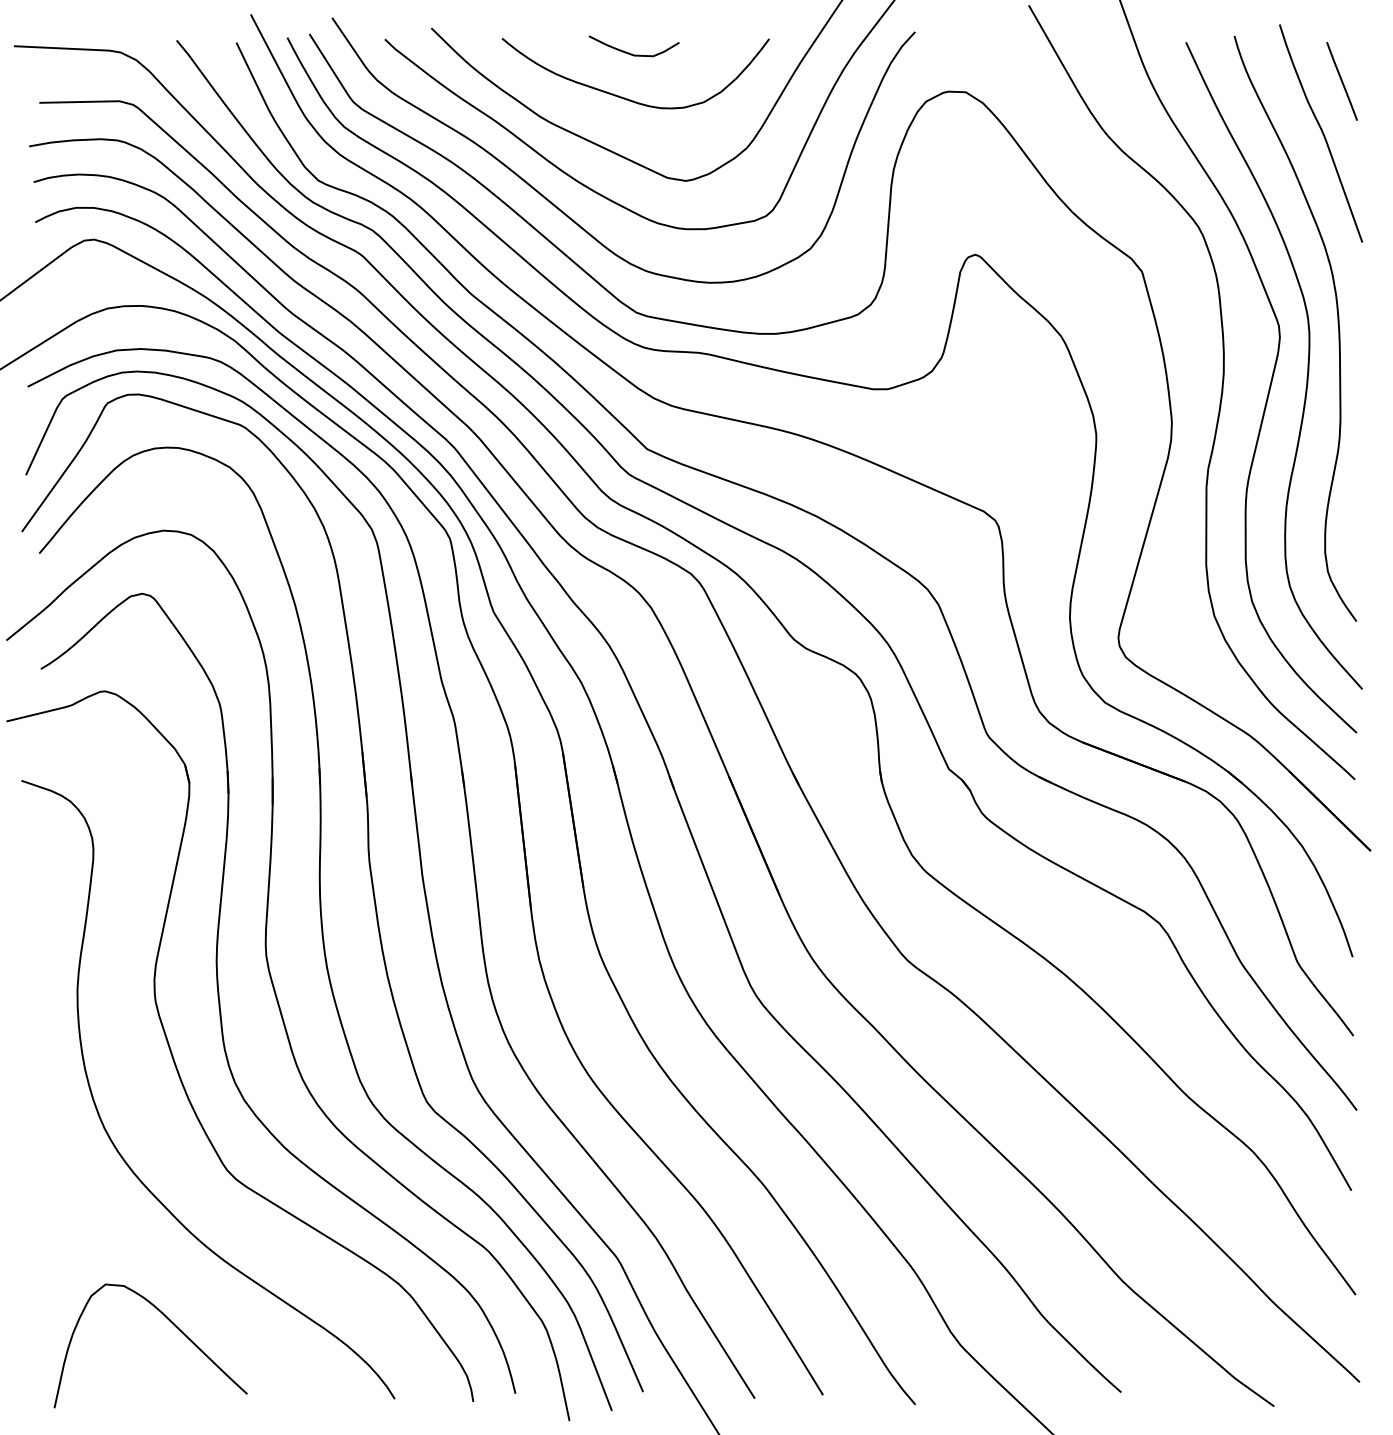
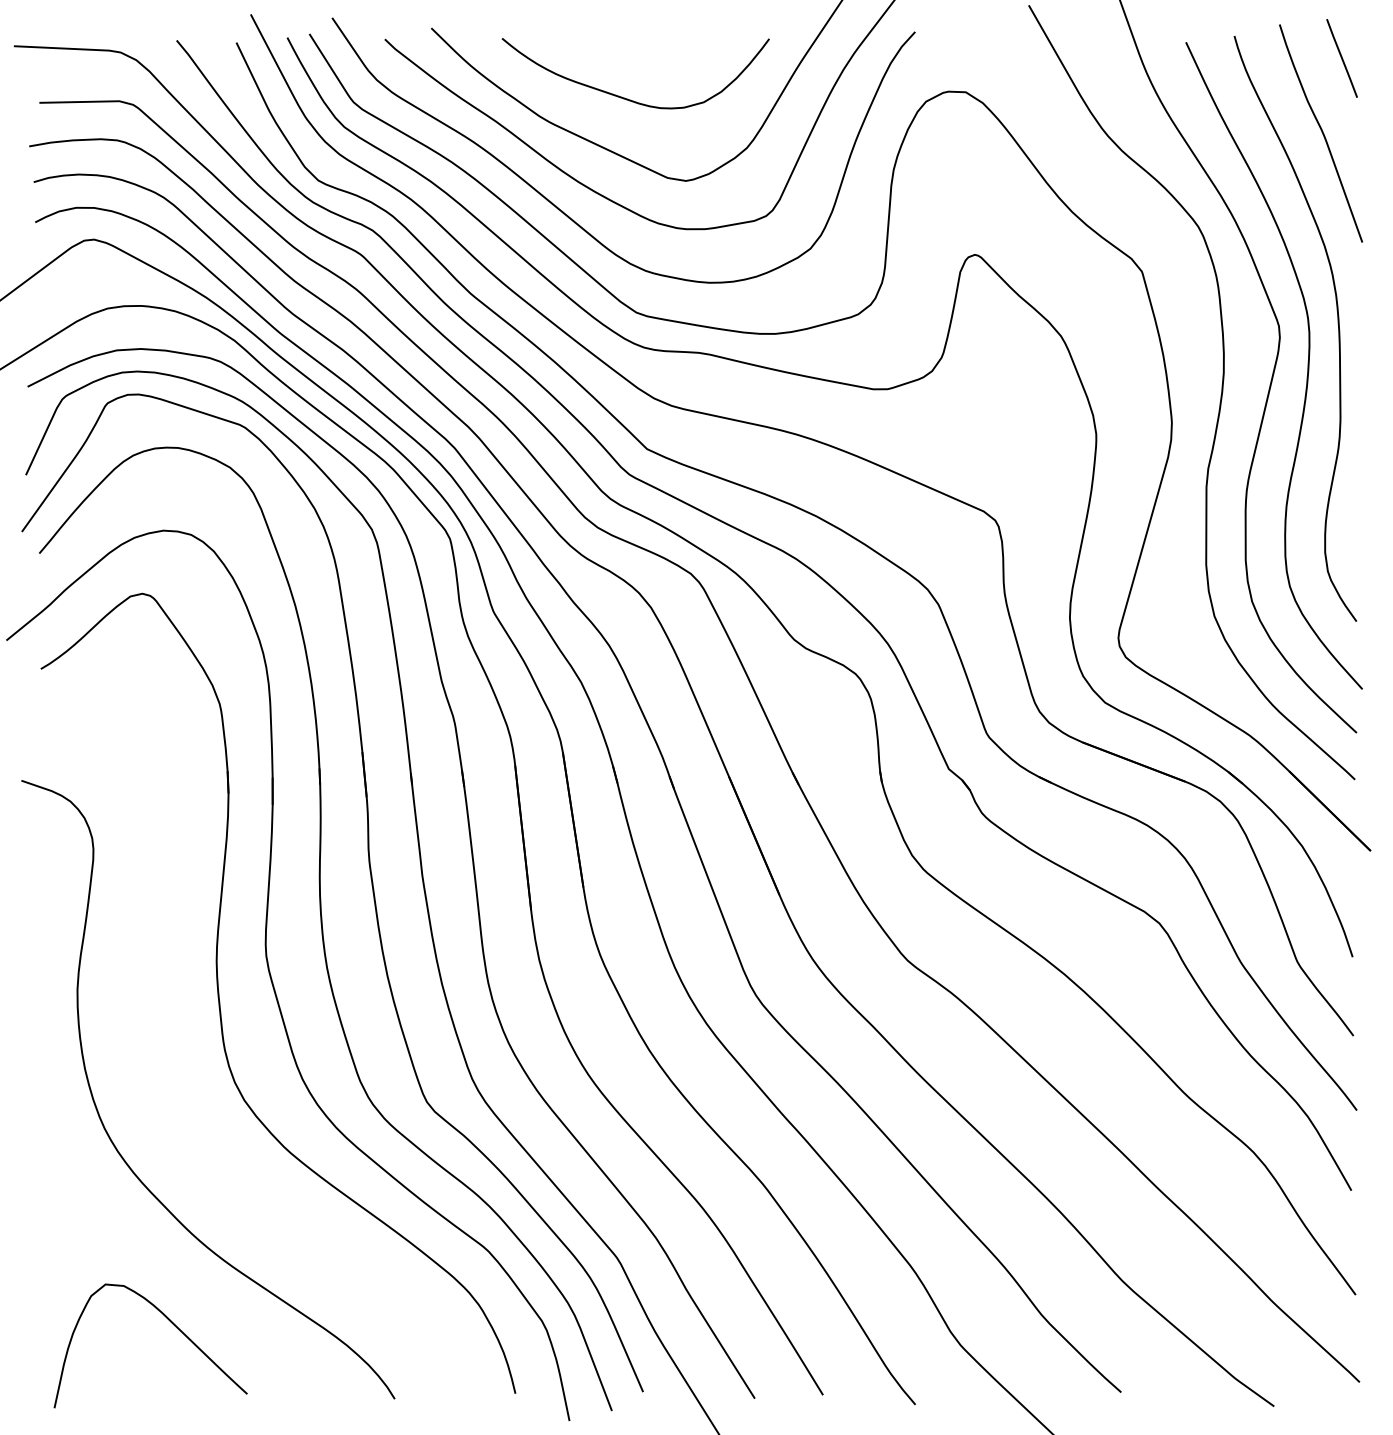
curve at (632, 53): present -> none
line at (1341, 81) position: (1341, 81) -> (1341, 58)
part at (179, 1072): present -> none
